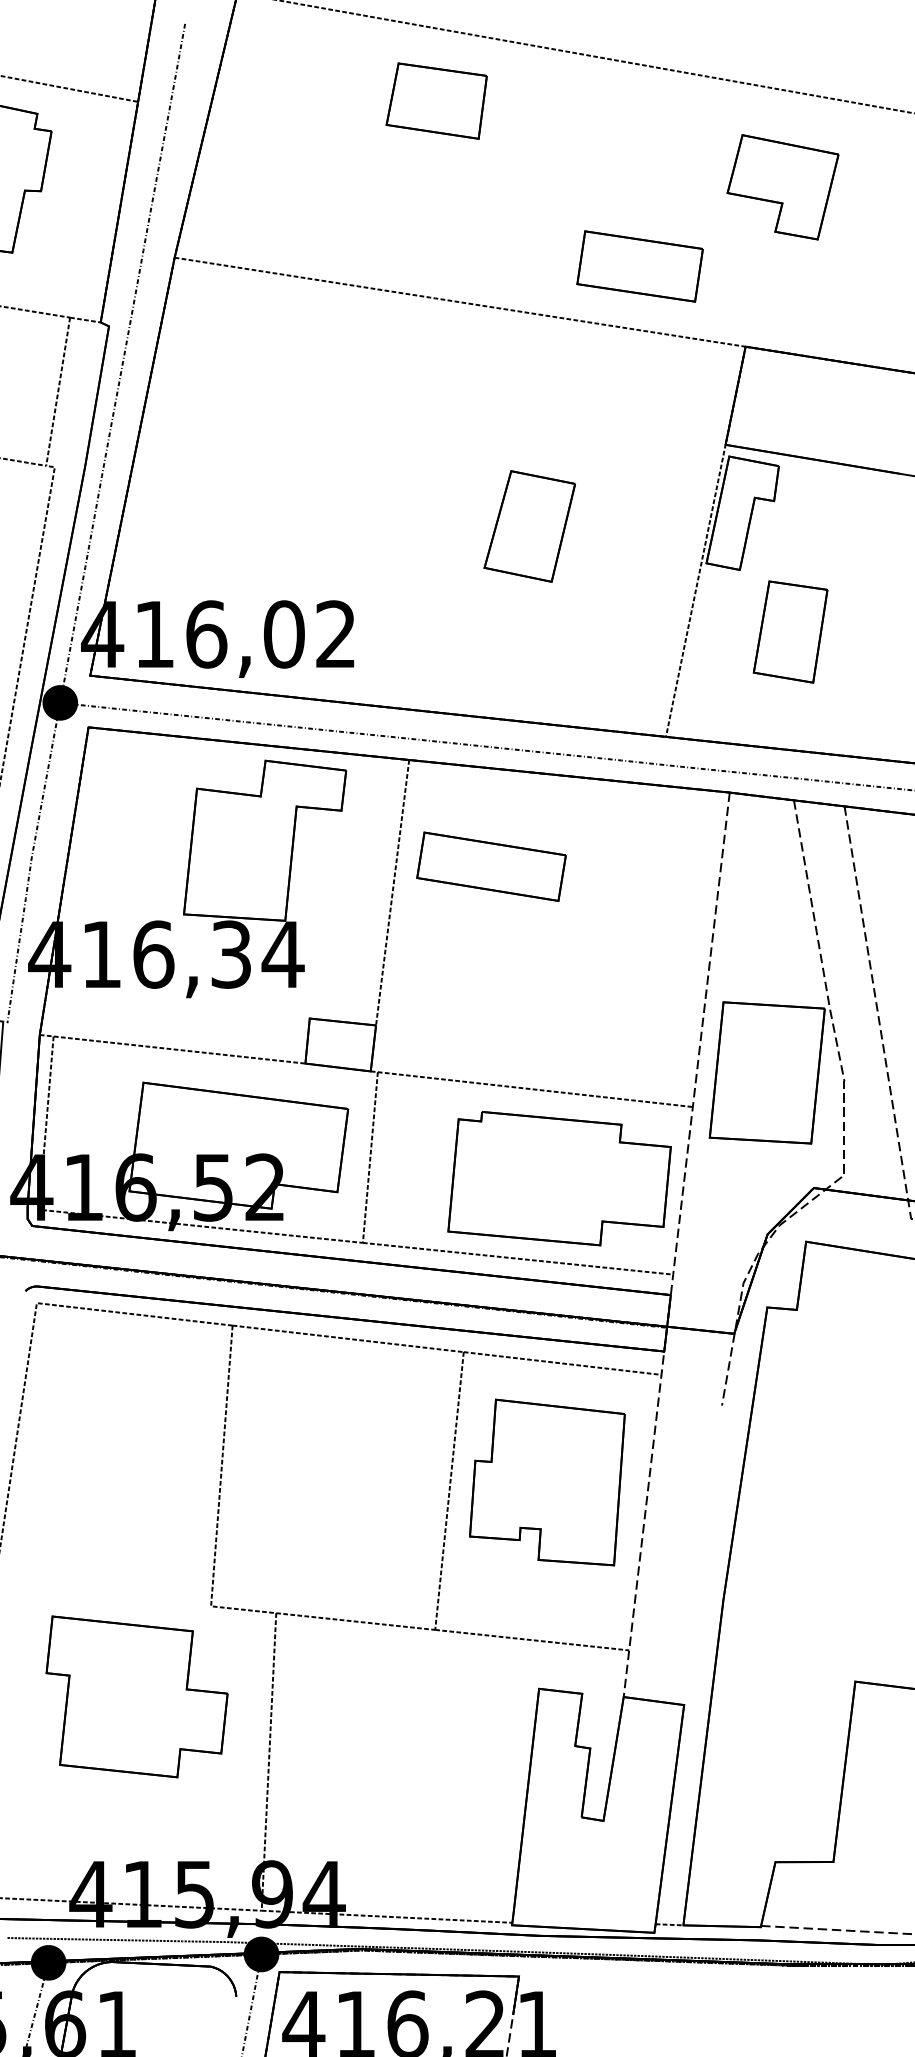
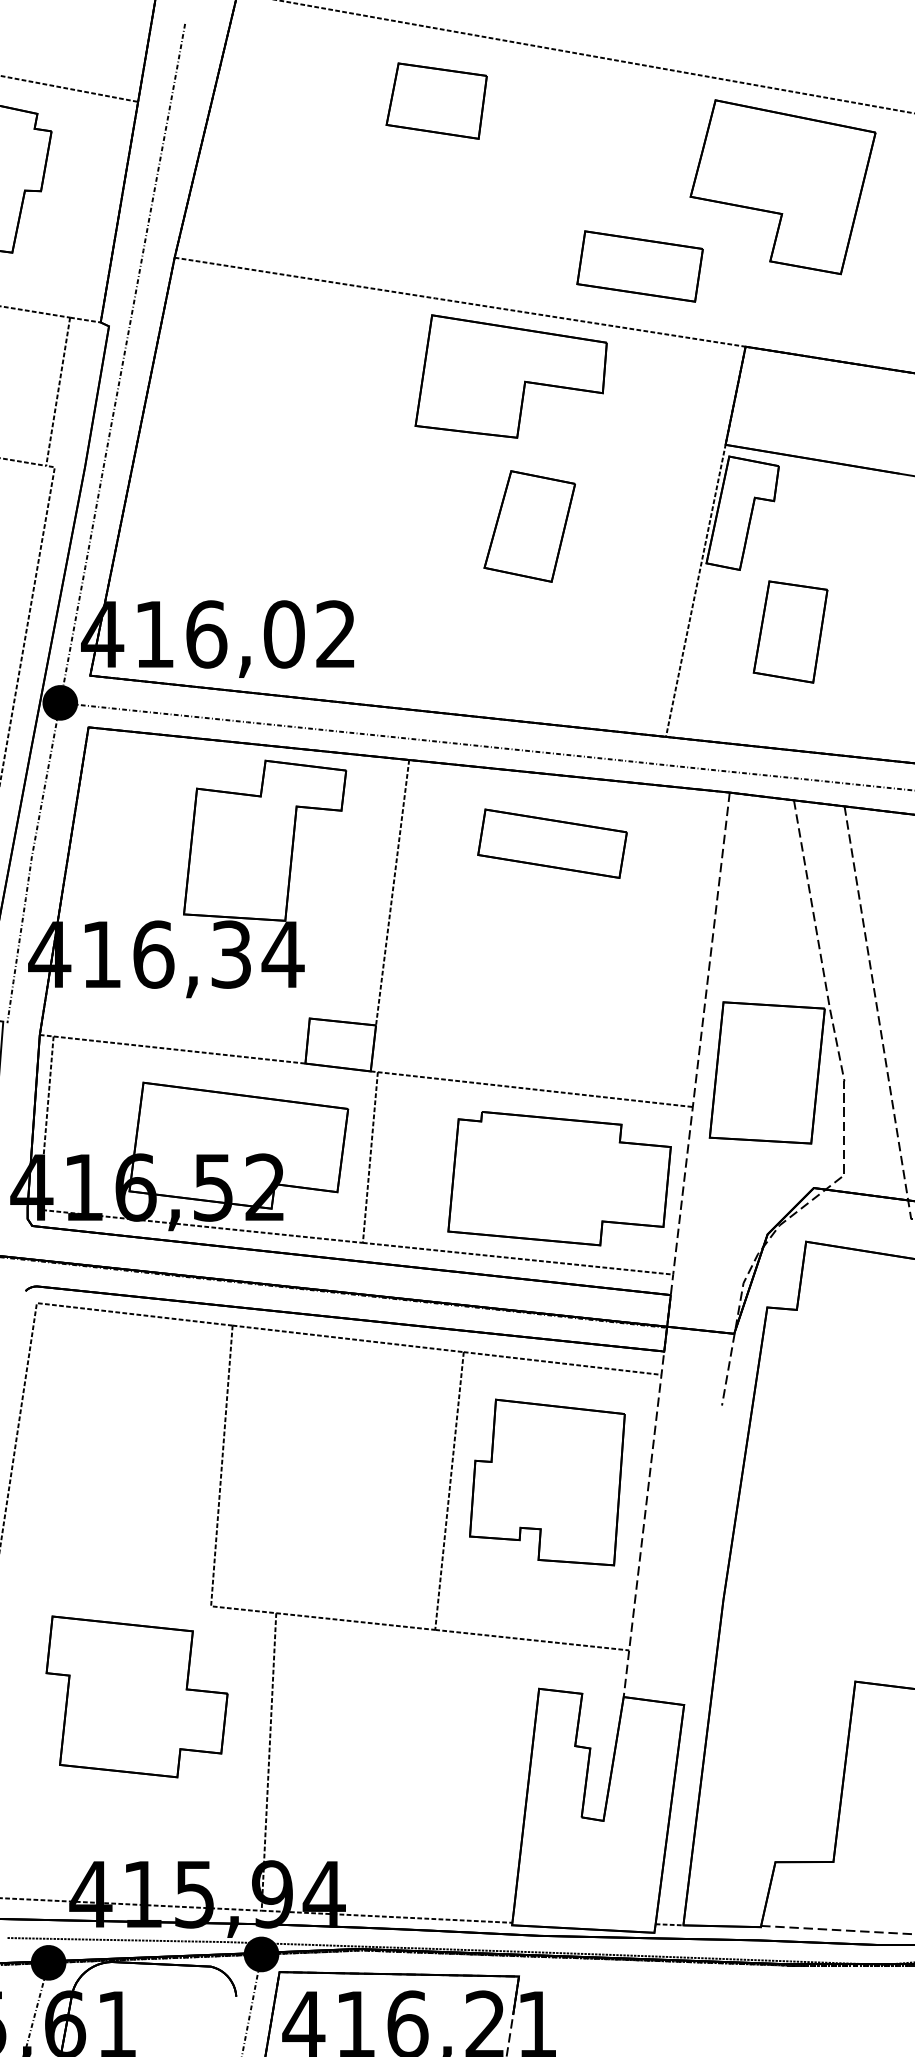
part at (782, 187) size: 114x107 px -> 188x177 px
part at (510, 376): none -> present
part at (491, 866) position: (491, 866) -> (552, 843)
